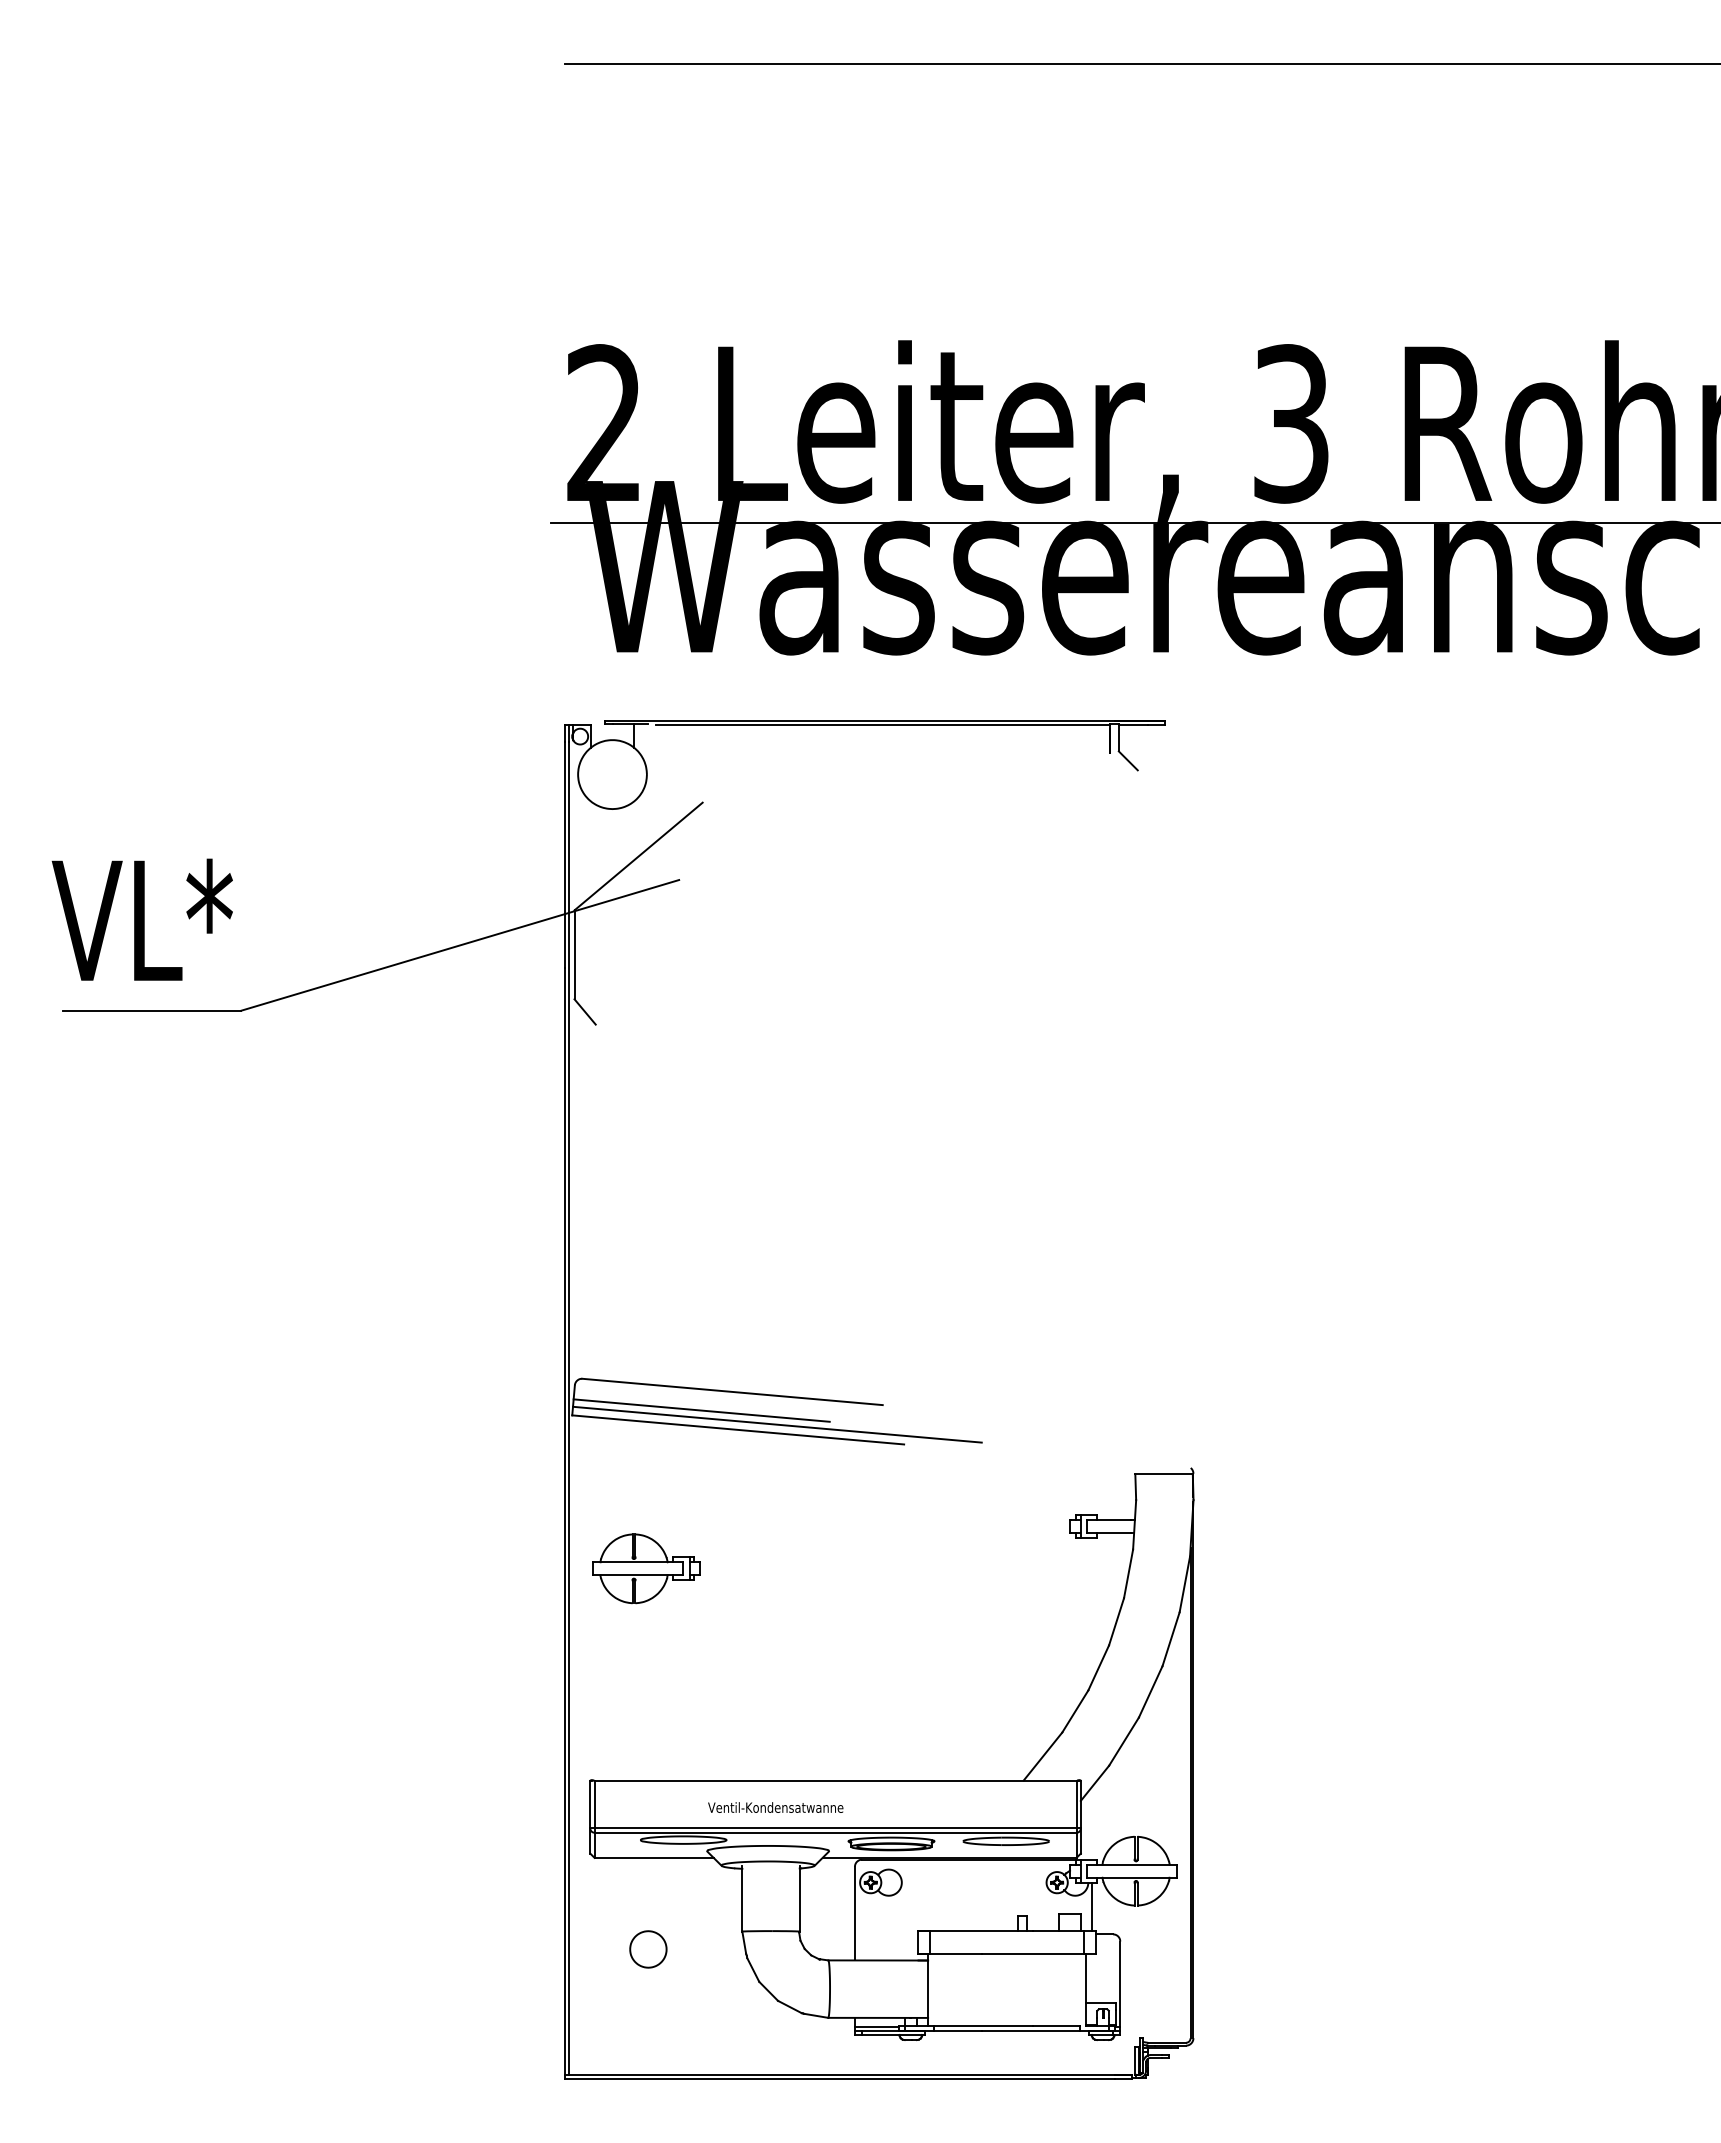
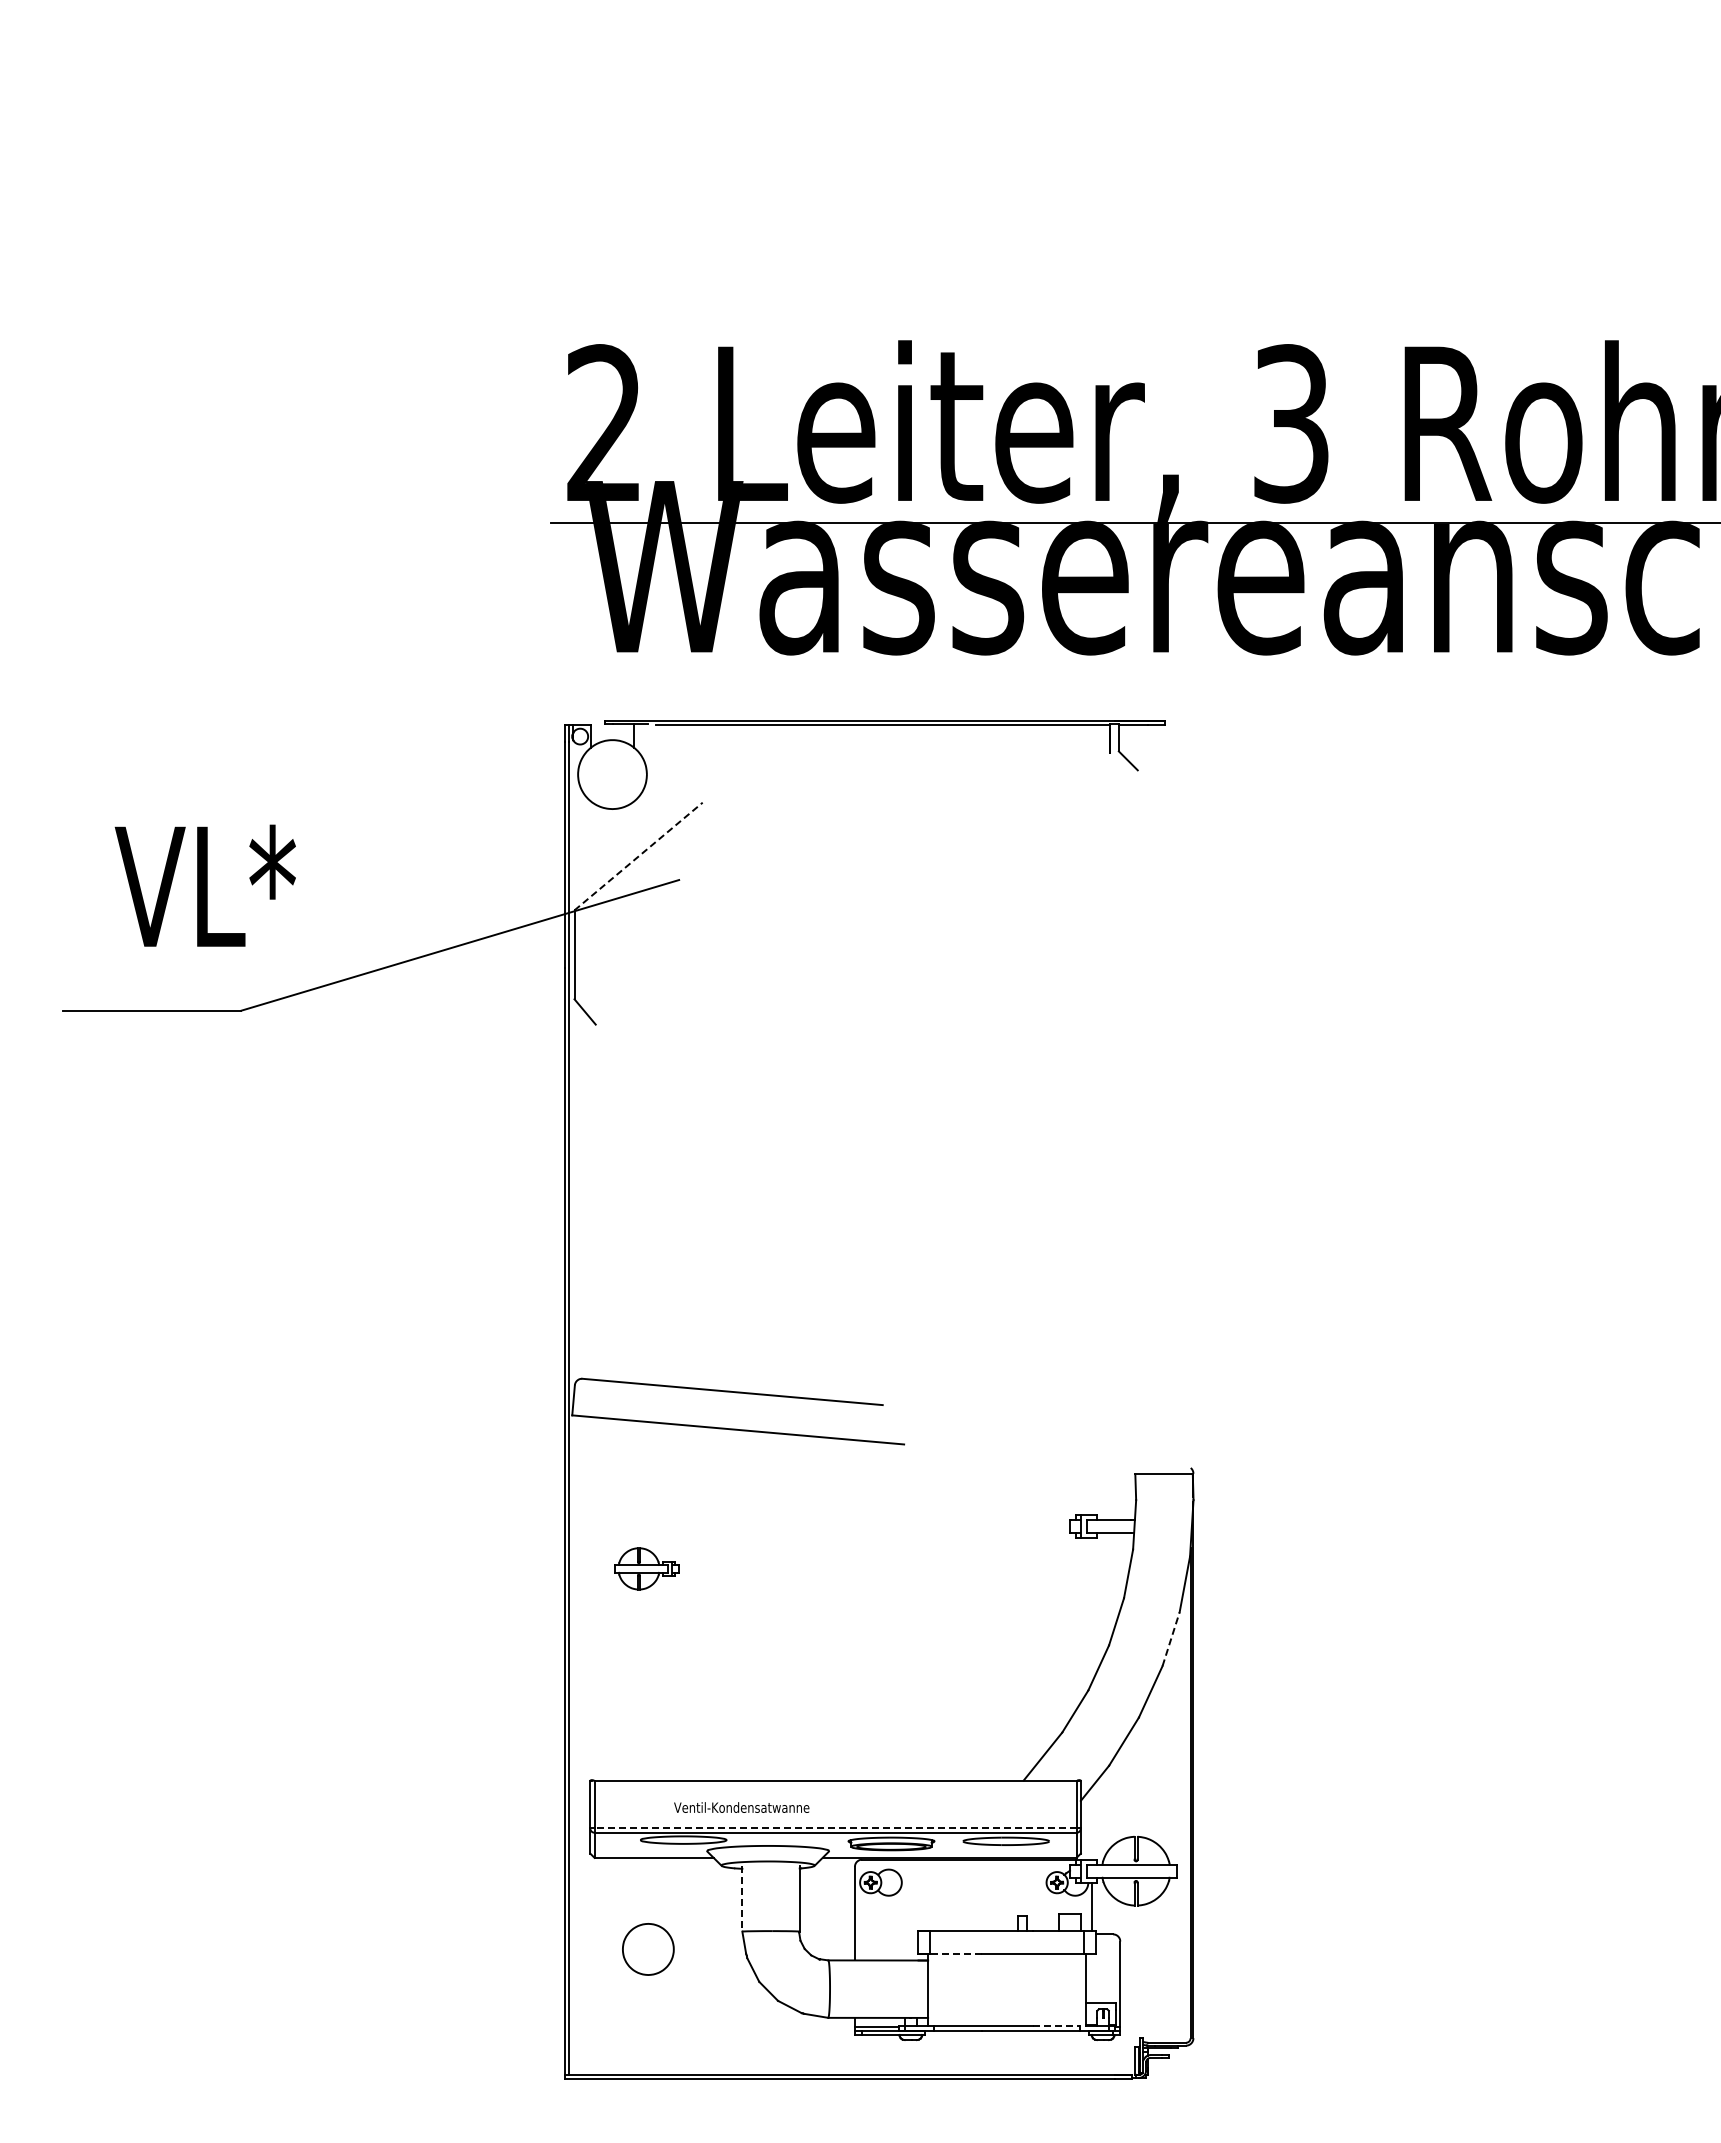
line at (1141, 64): present -> none
line at (638, 856): solid -> dashed
text at (141, 919) position: (141, 919) -> (204, 885)
line at (701, 1410): present -> none
line at (777, 1424): present -> none
part at (646, 1568) size: 109x72 px -> 66x44 px
line at (1171, 1638): solid -> dashed
text at (775, 1807) position: (775, 1807) -> (741, 1807)
line at (835, 1828): solid -> dashed
line at (742, 1899): solid -> dashed
part at (648, 1949) size: 39x39 px -> 53x53 px
line at (955, 1953): solid -> dashed
line at (1057, 2025): solid -> dashed
